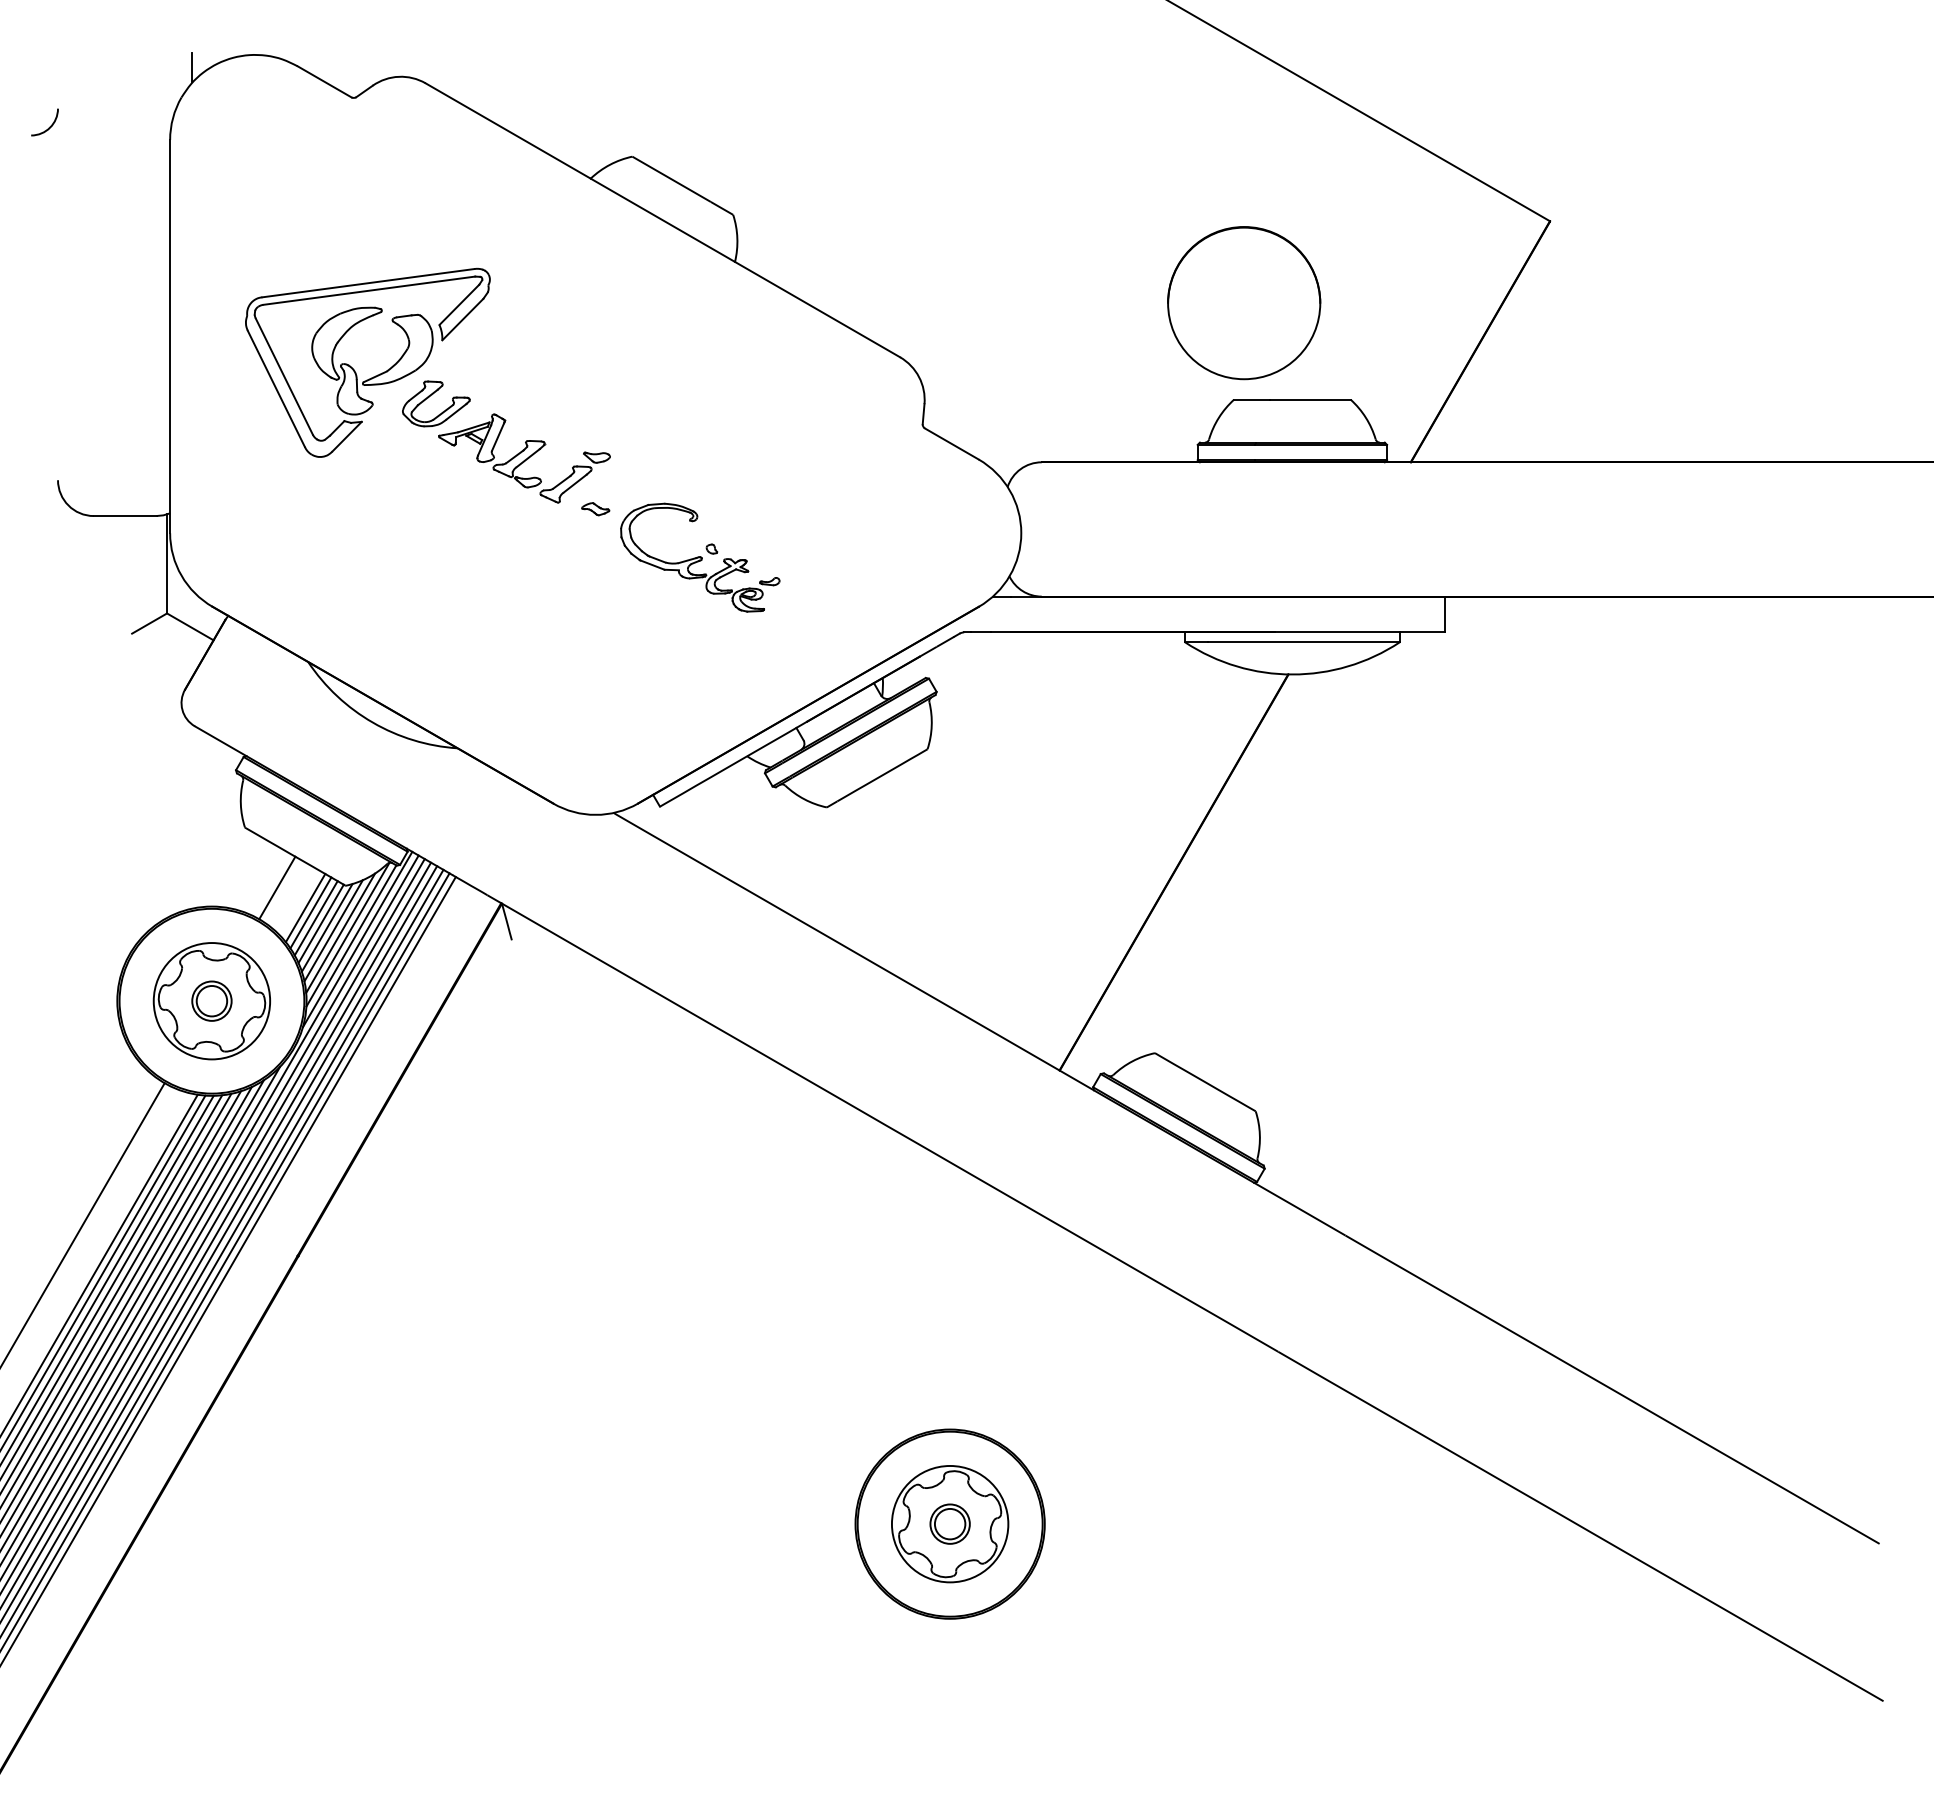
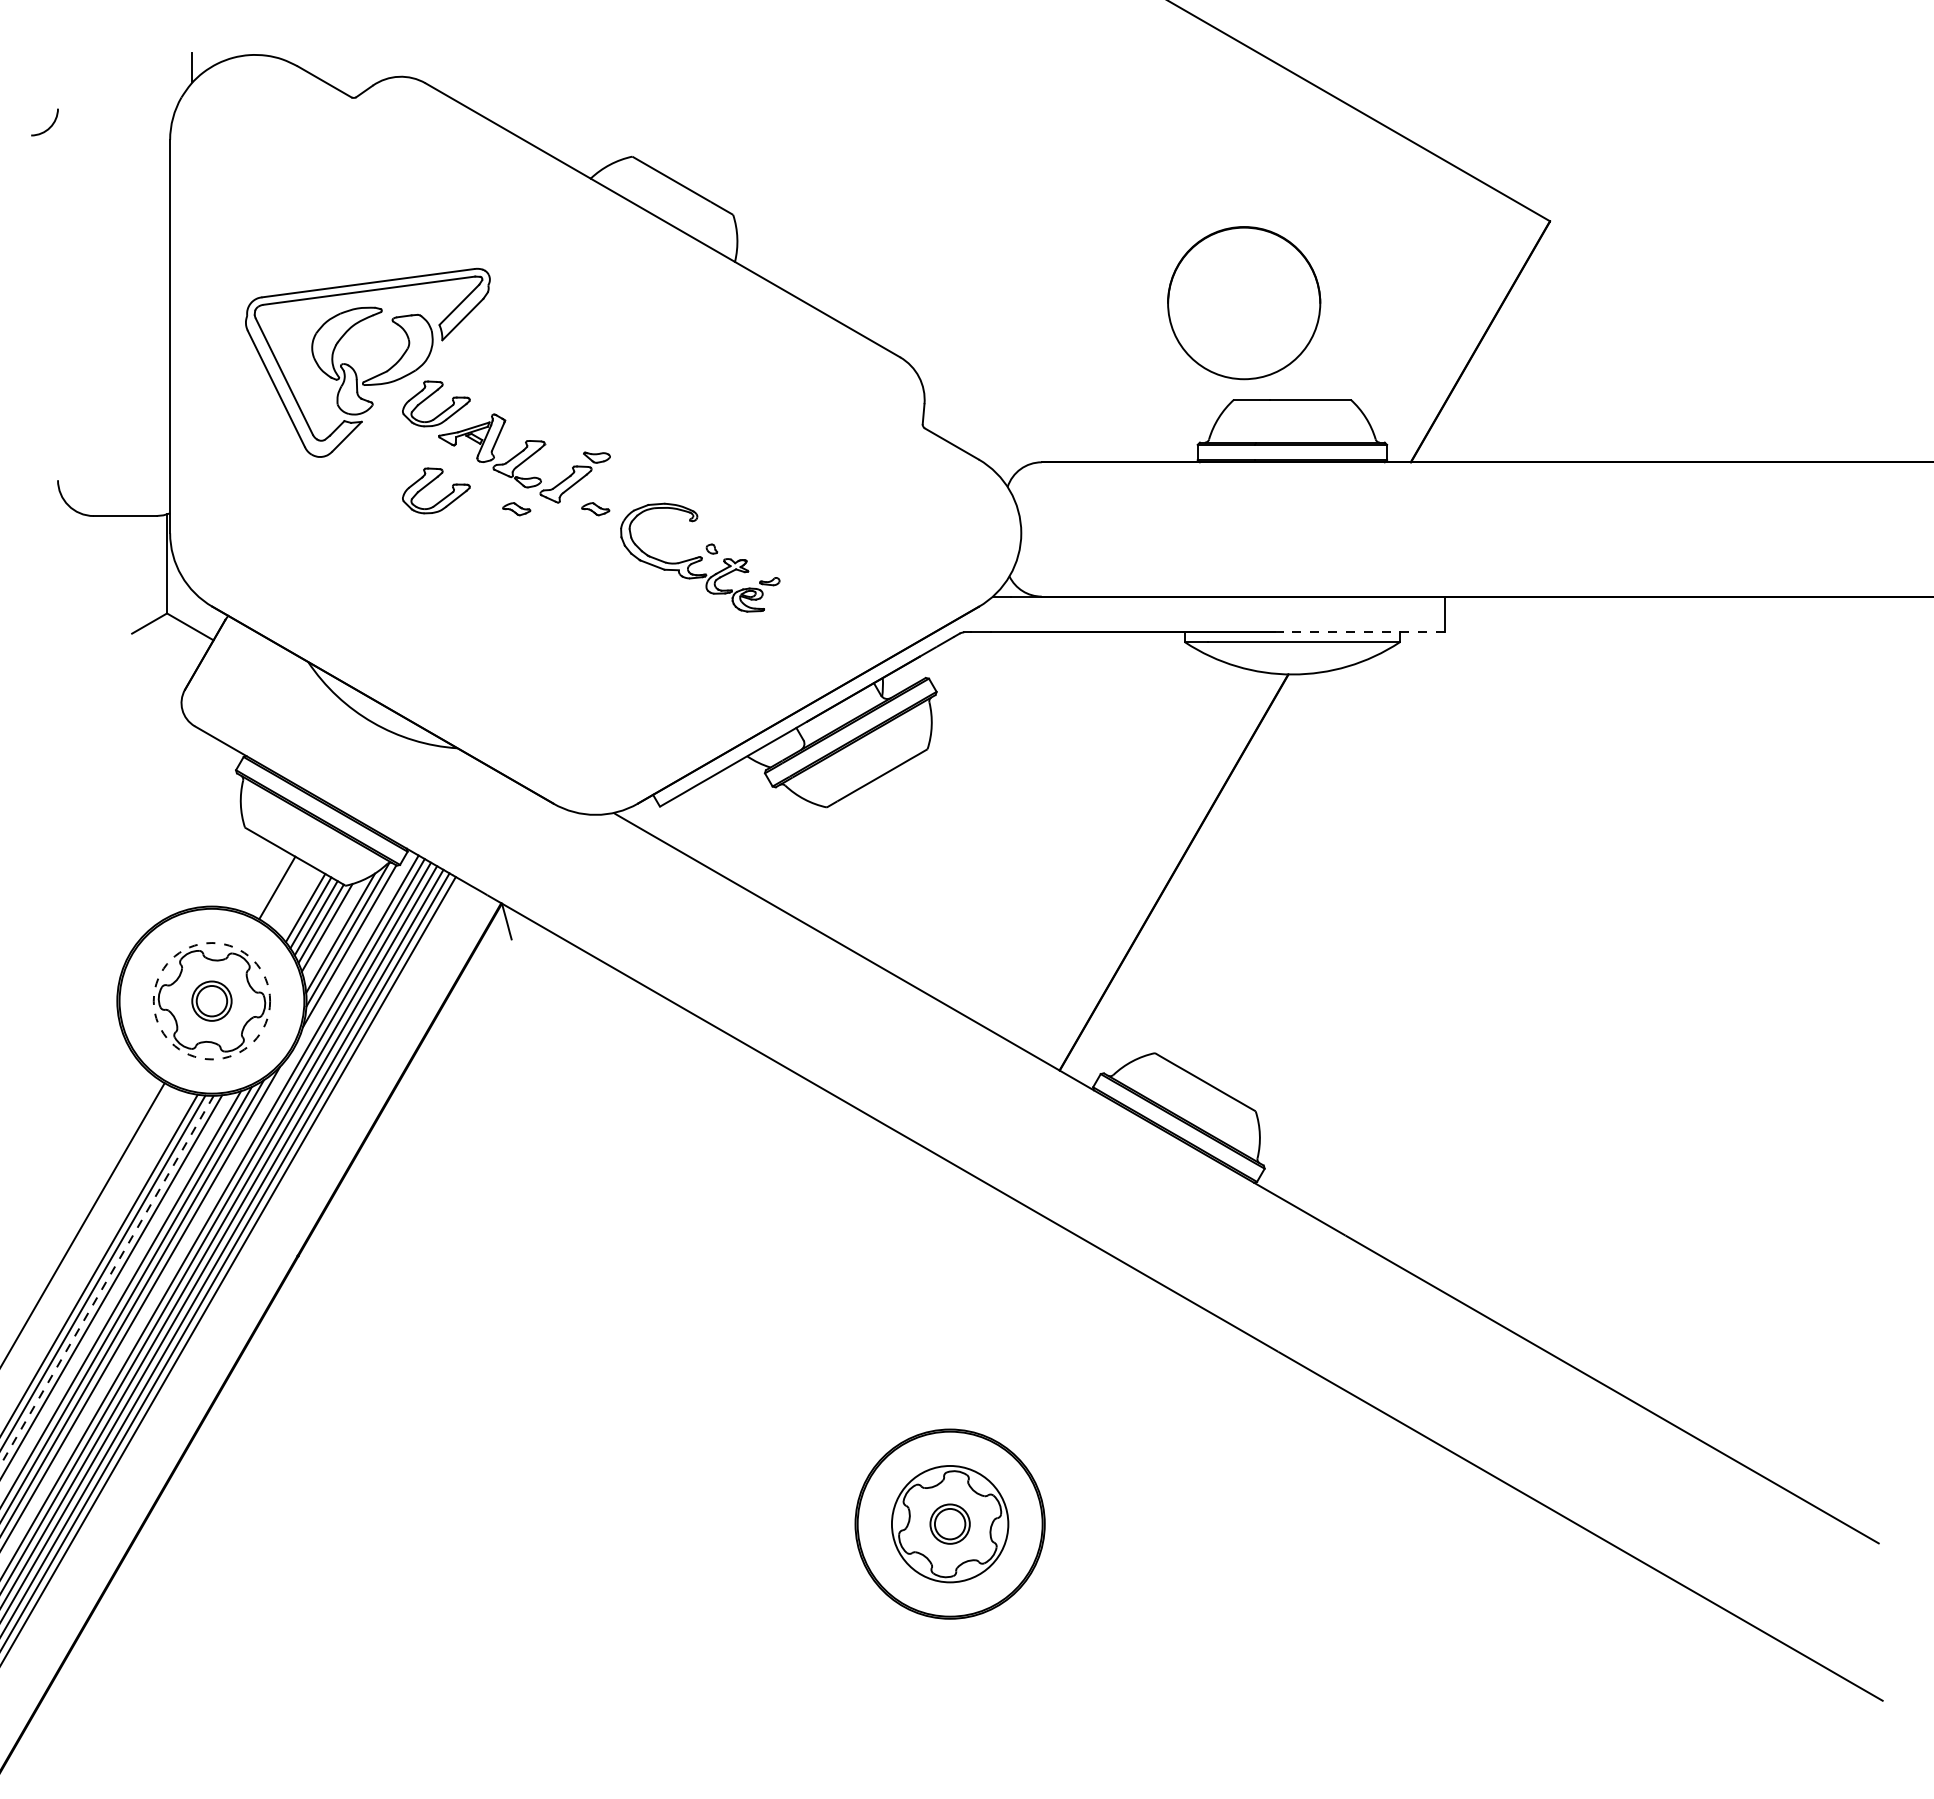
part at (432, 482): none -> present
part at (516, 509): none -> present
line at (1359, 632): solid -> dashed
line at (333, 930): present -> none
circle at (211, 1001): solid -> dashed
line at (207, 1206): present -> none
line at (106, 1281): solid -> dashed
line at (116, 1291): present -> none
